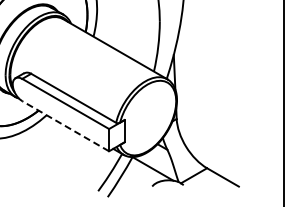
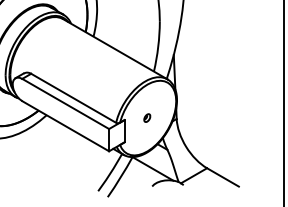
part at (147, 117): none -> present
line at (65, 125): dashed -> solid
